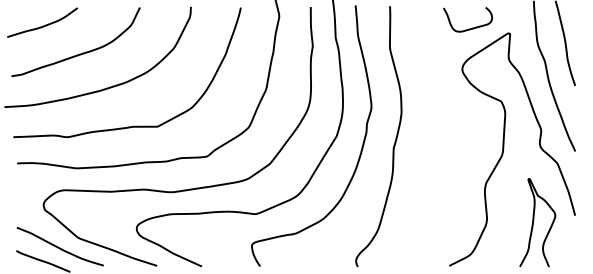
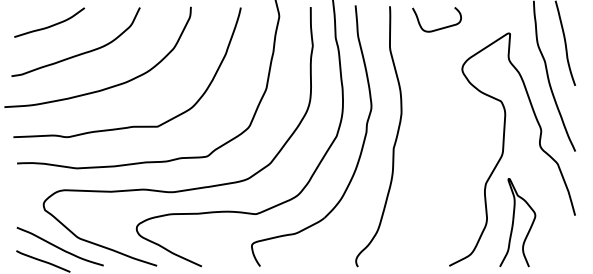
curve at (42, 25) position: (42, 25) -> (49, 25)
curve at (468, 28) position: (468, 28) -> (437, 28)
curve at (534, 220) position: (534, 220) -> (514, 220)
